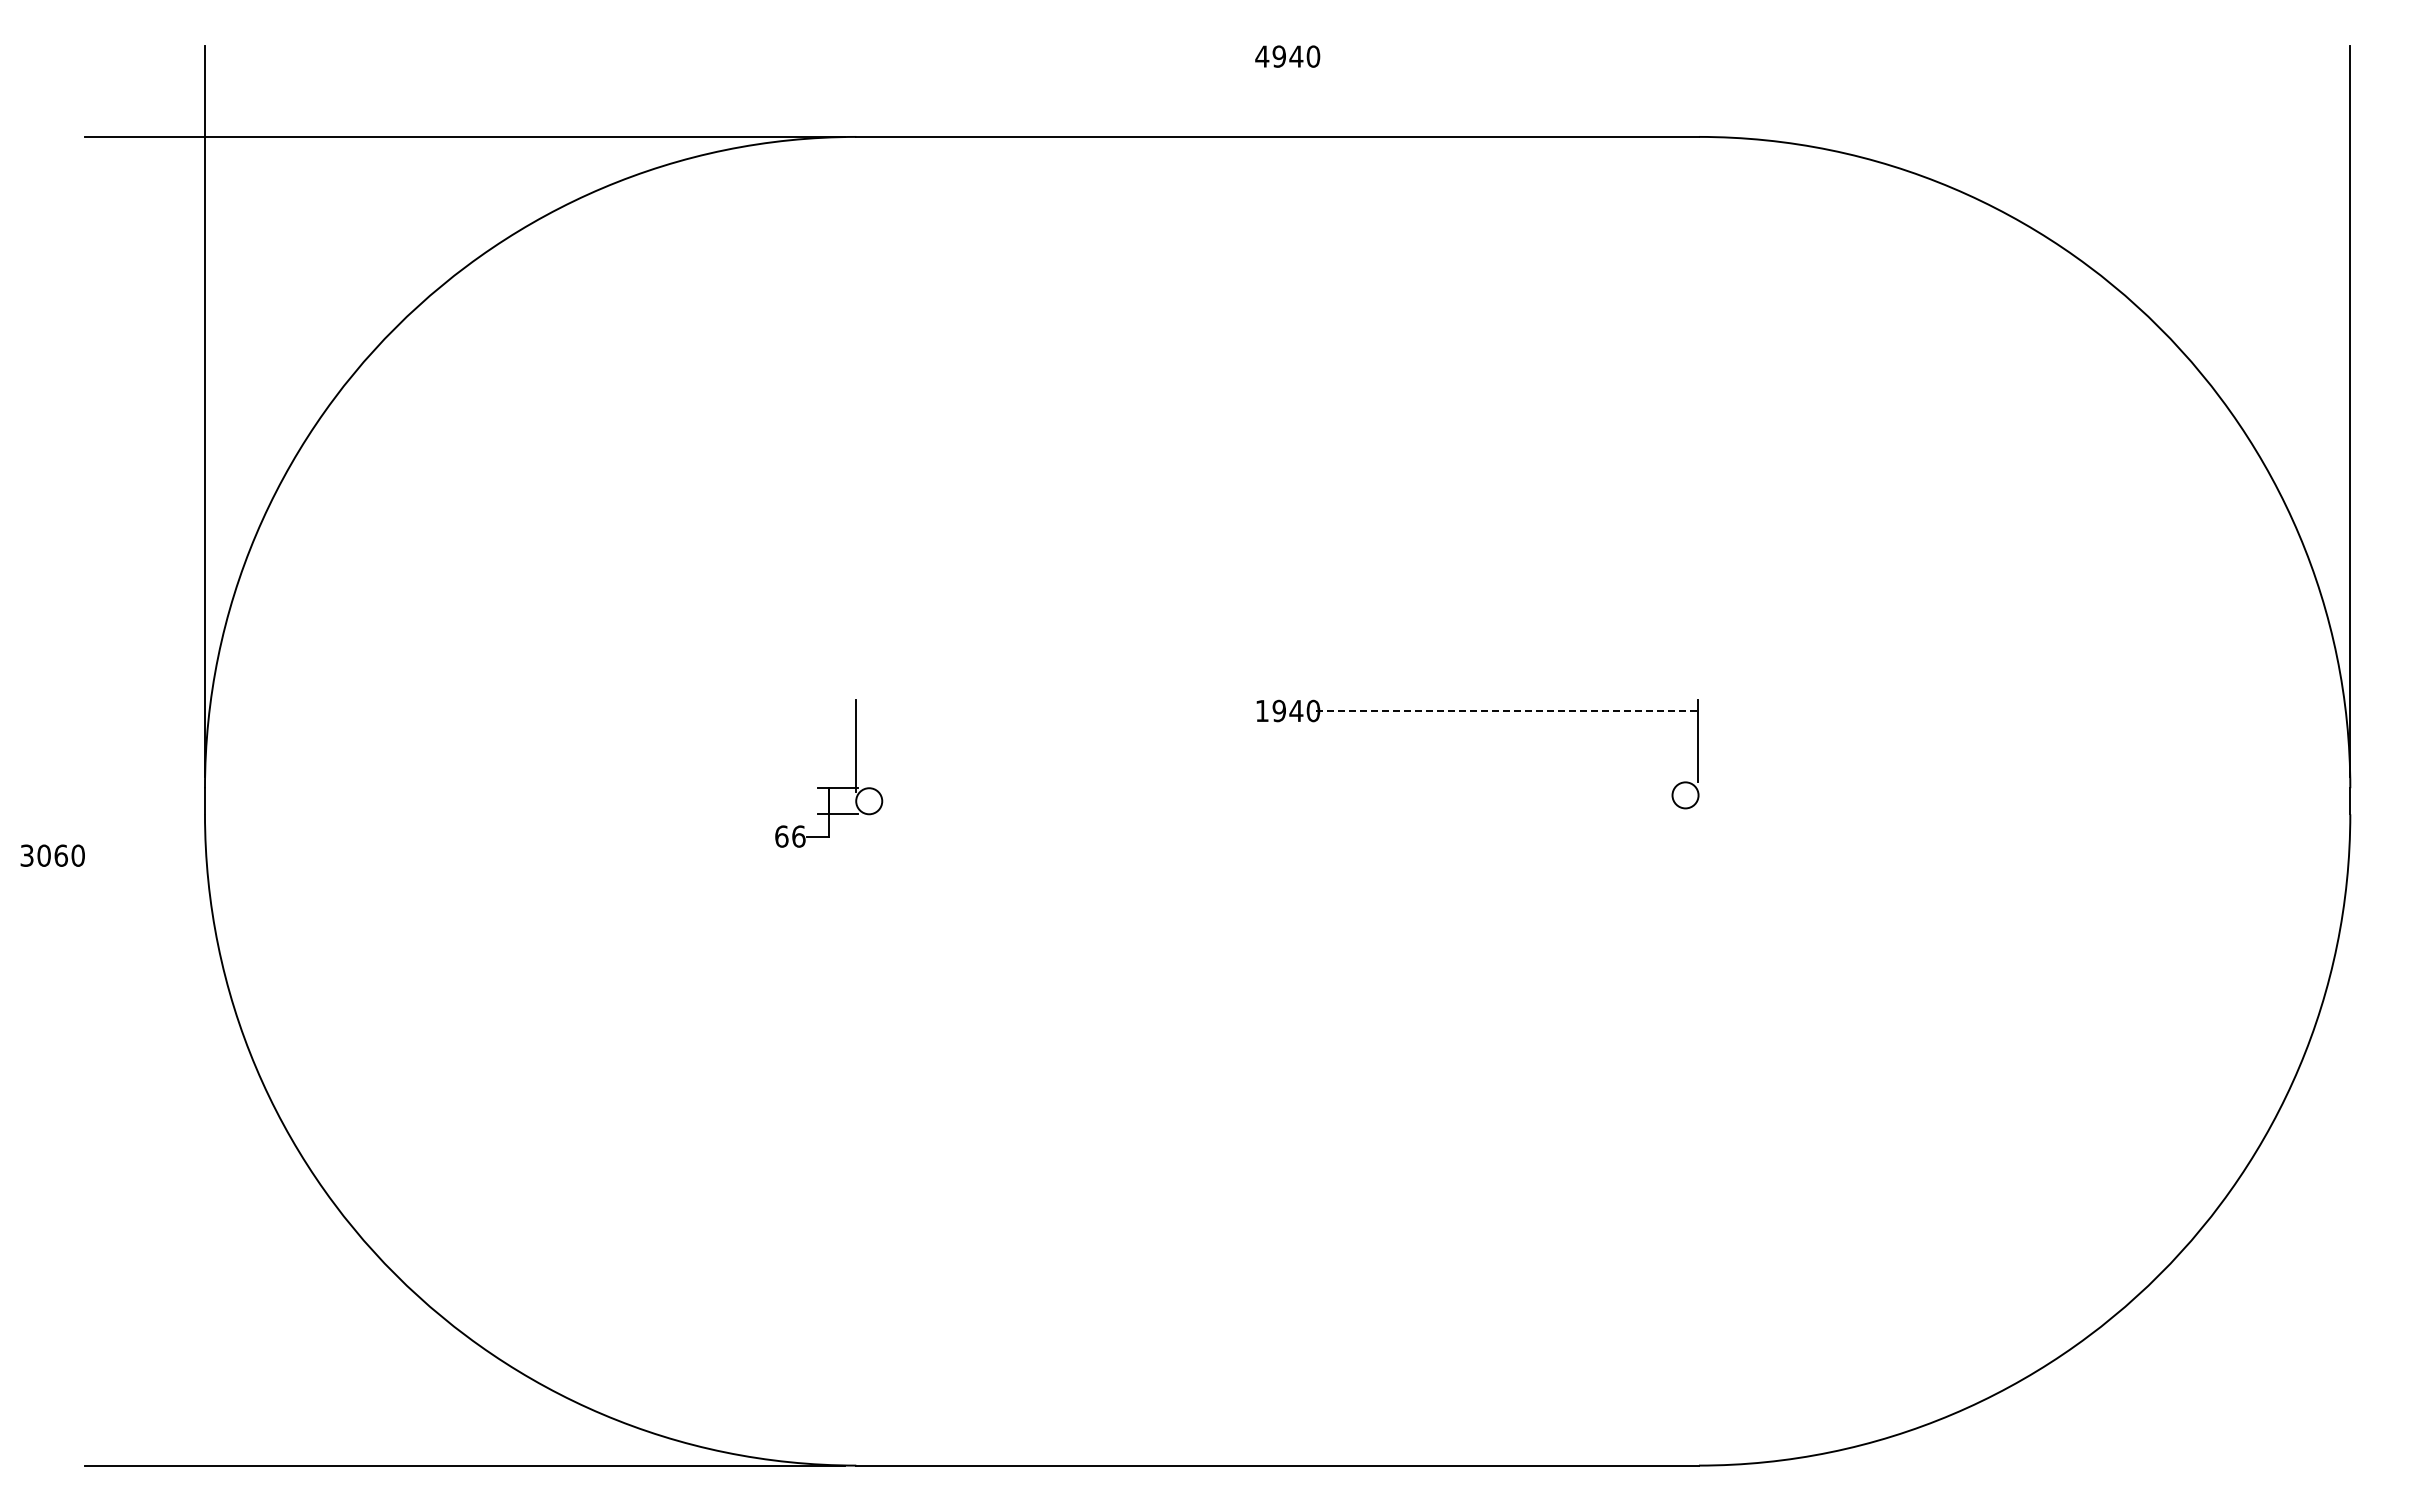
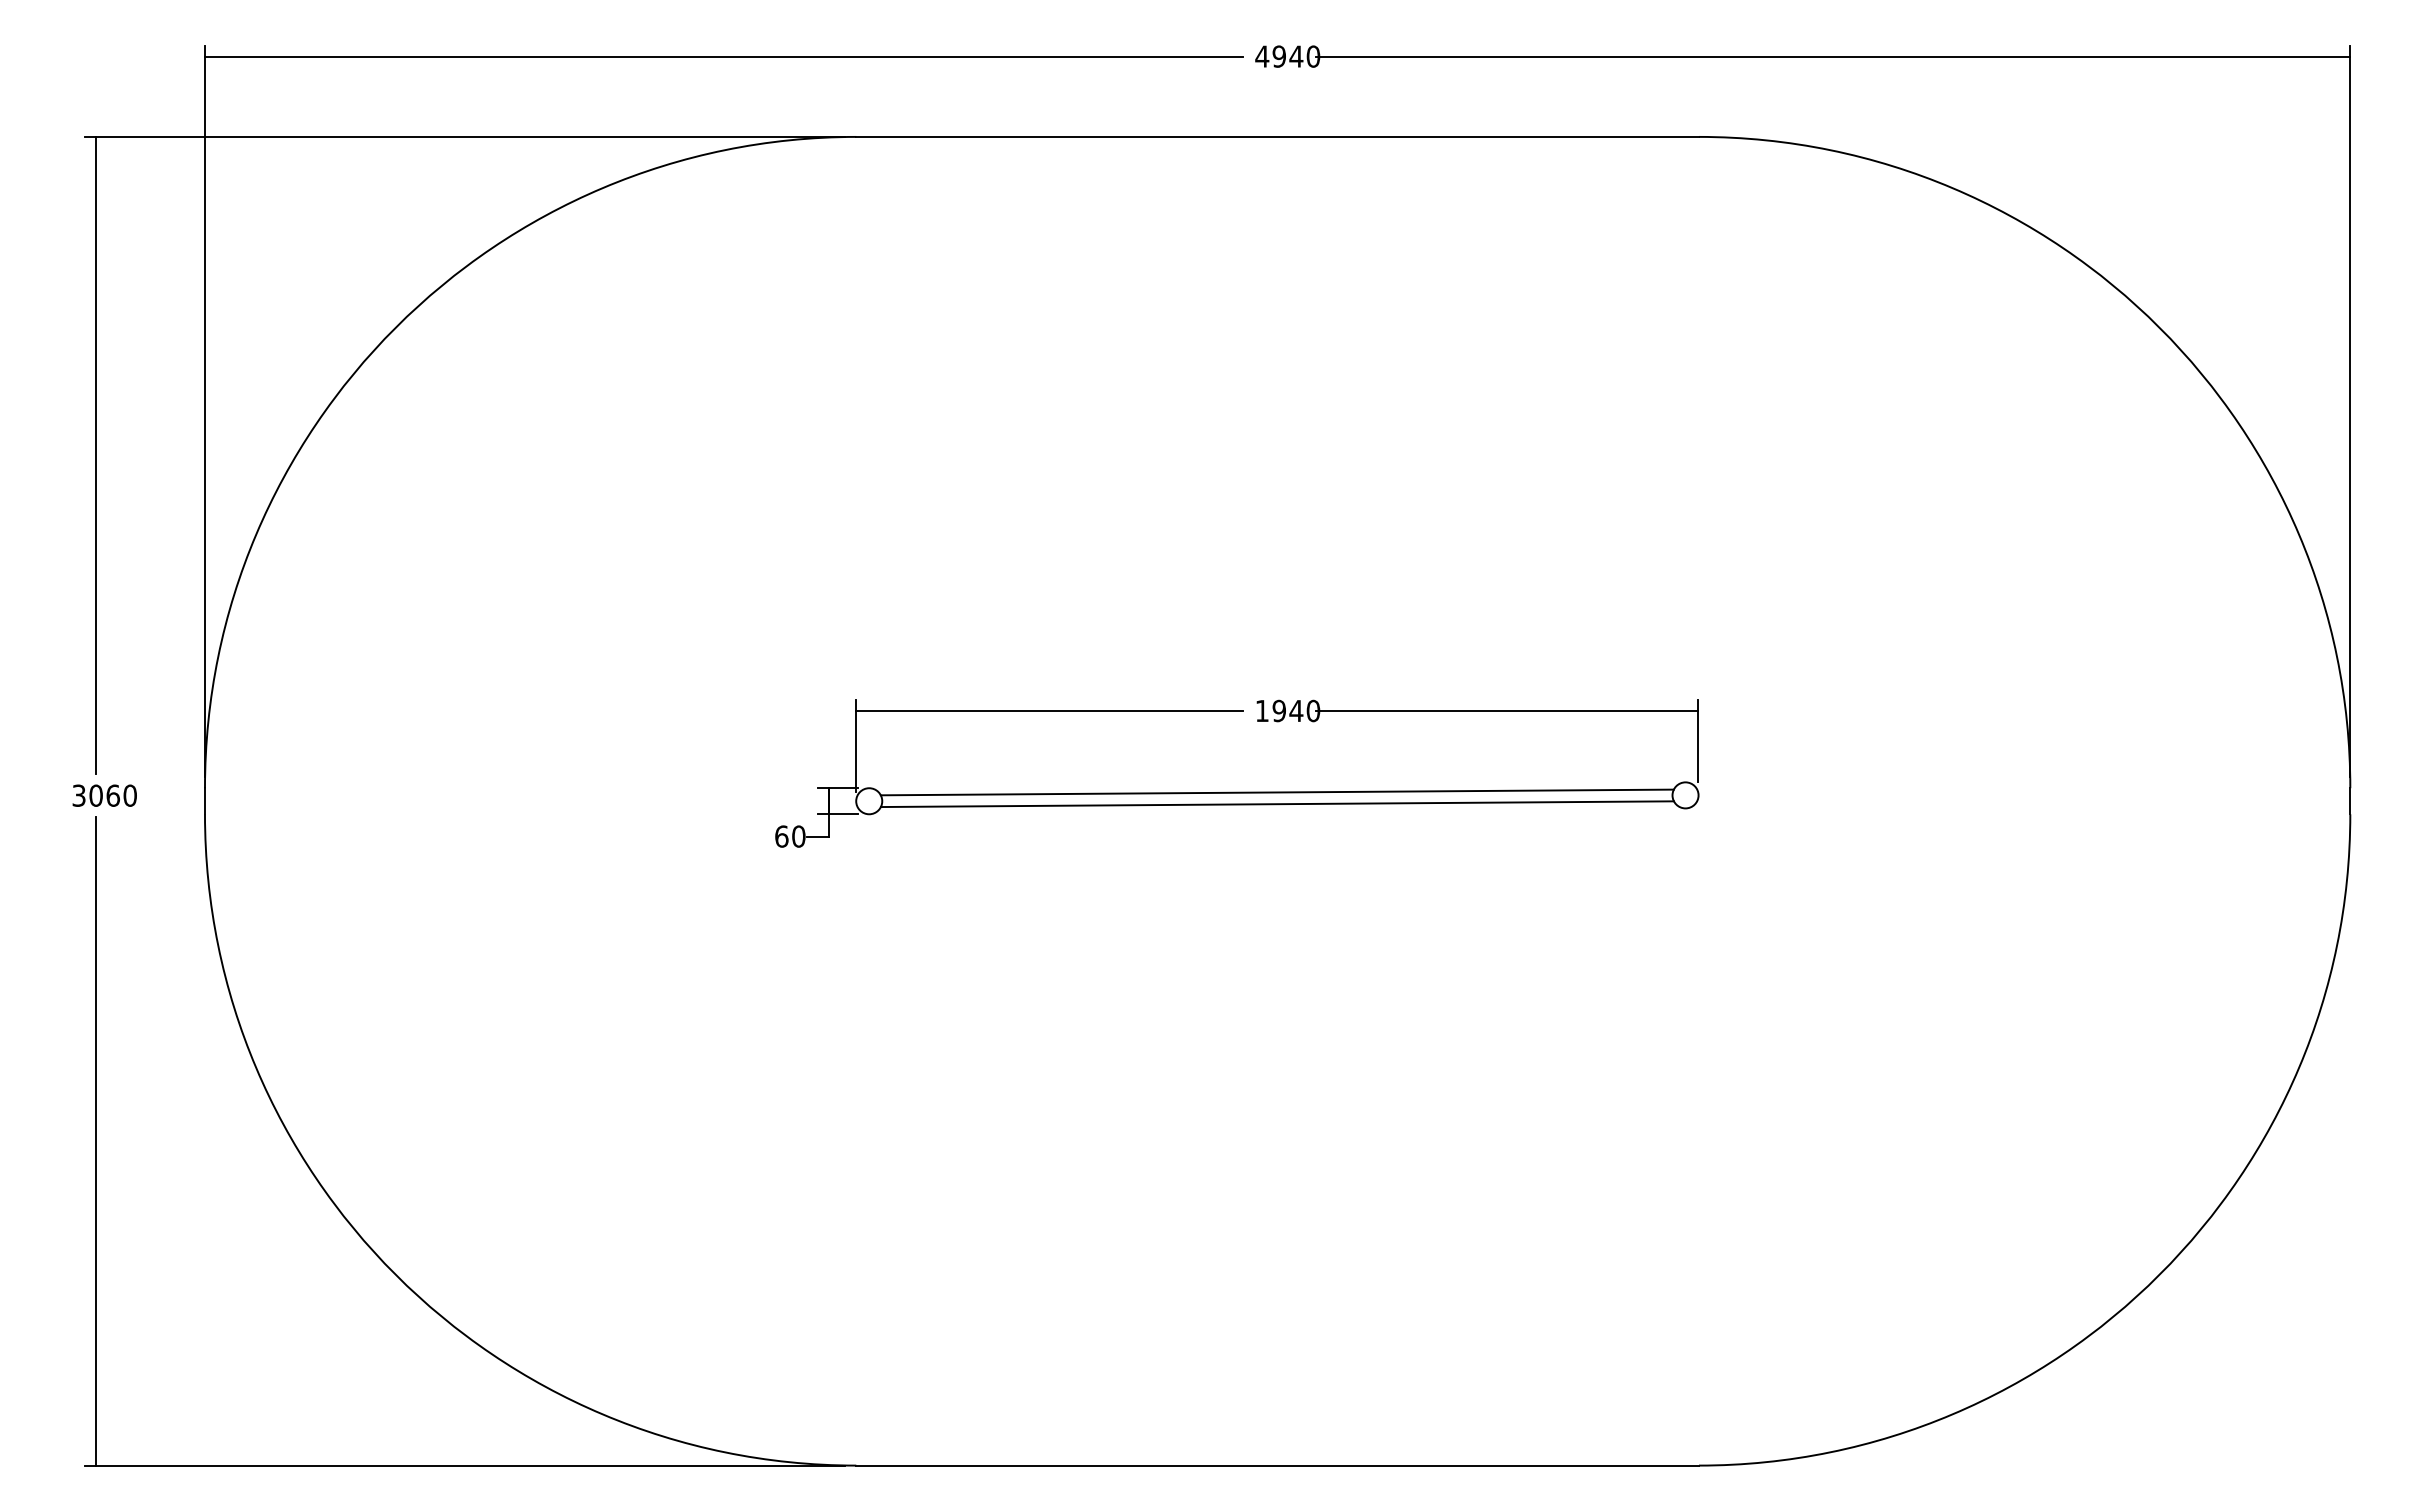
line at (723, 56): none -> present
line at (1832, 56): none -> present
line at (96, 455): none -> present
line at (1049, 711): none -> present
line at (1507, 711): dashed -> solid
line at (1276, 792): none -> present
line at (1276, 804): none -> present
text at (798, 836): 66 -> 60
text at (52, 855) position: (52, 855) -> (104, 795)
line at (96, 1141): none -> present
